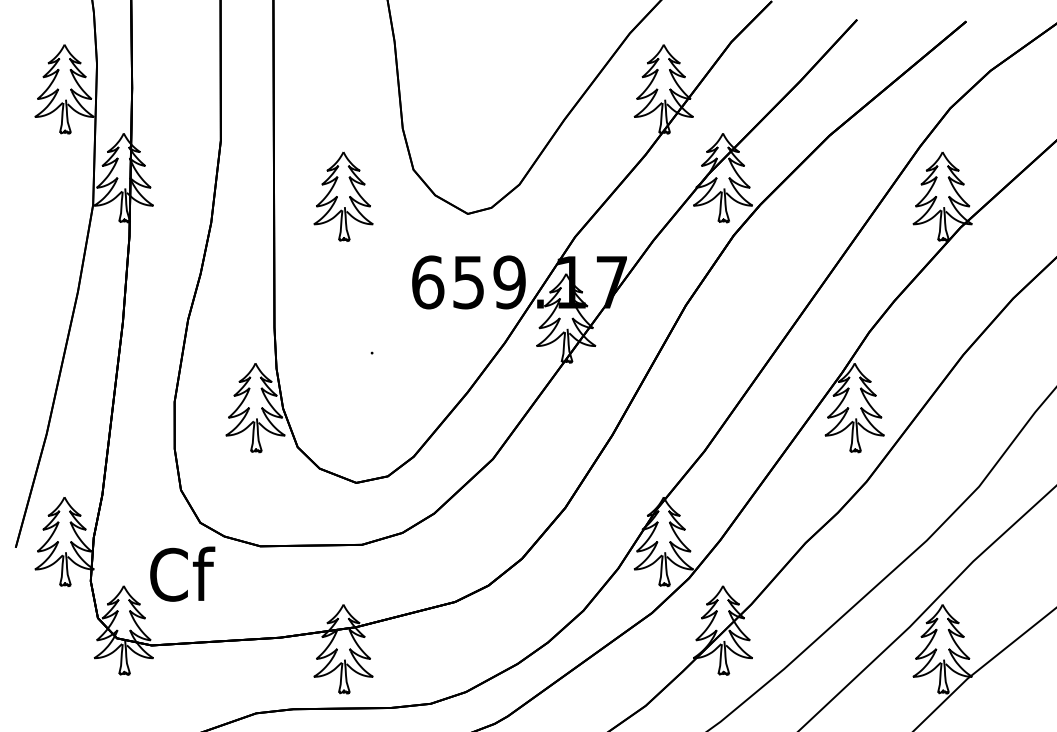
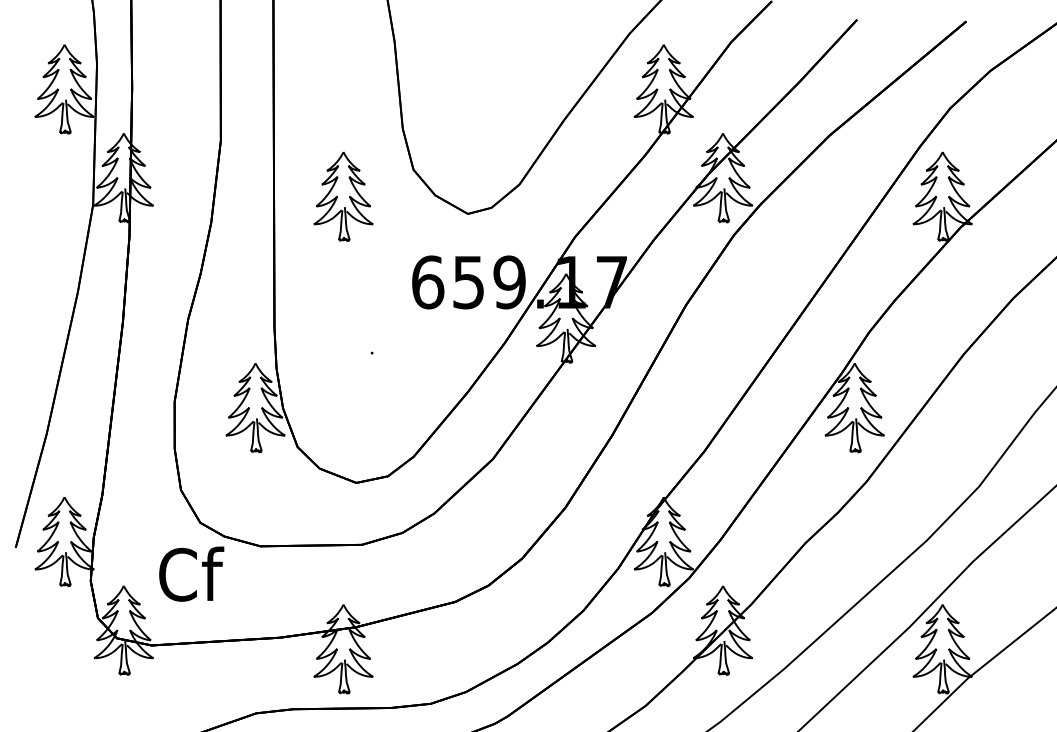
text at (182, 573) position: (182, 573) -> (191, 573)
